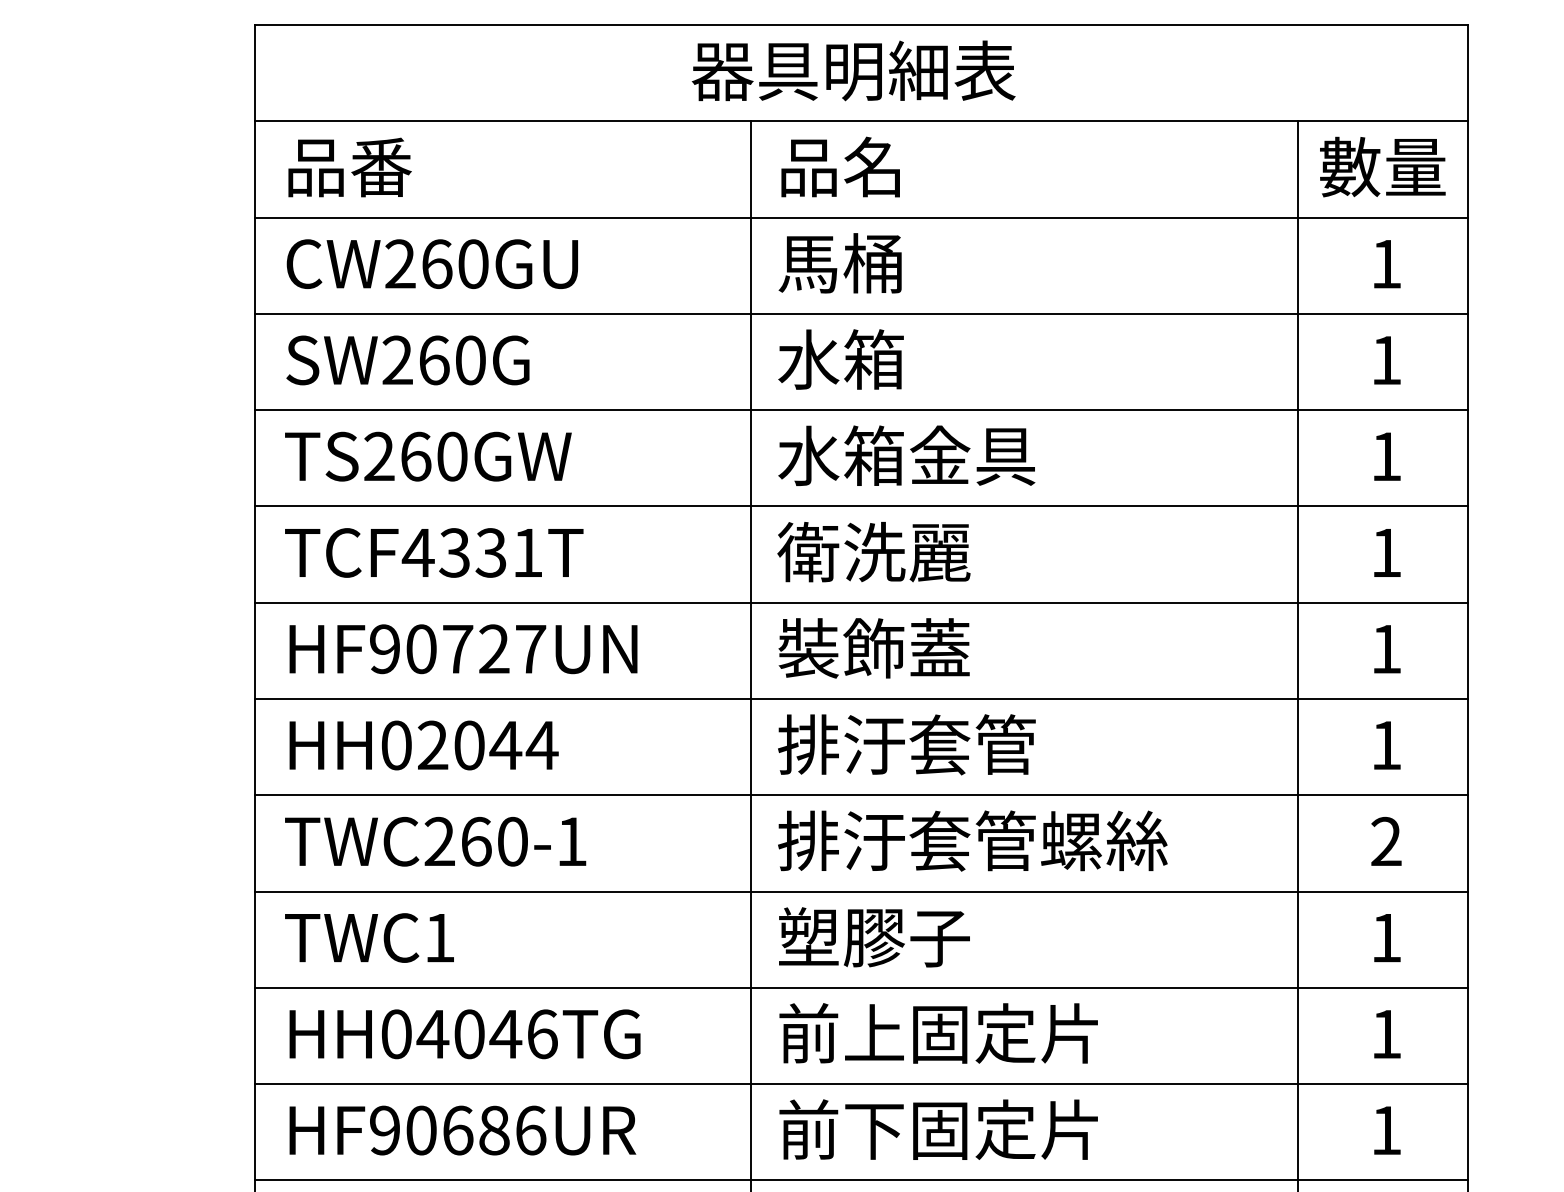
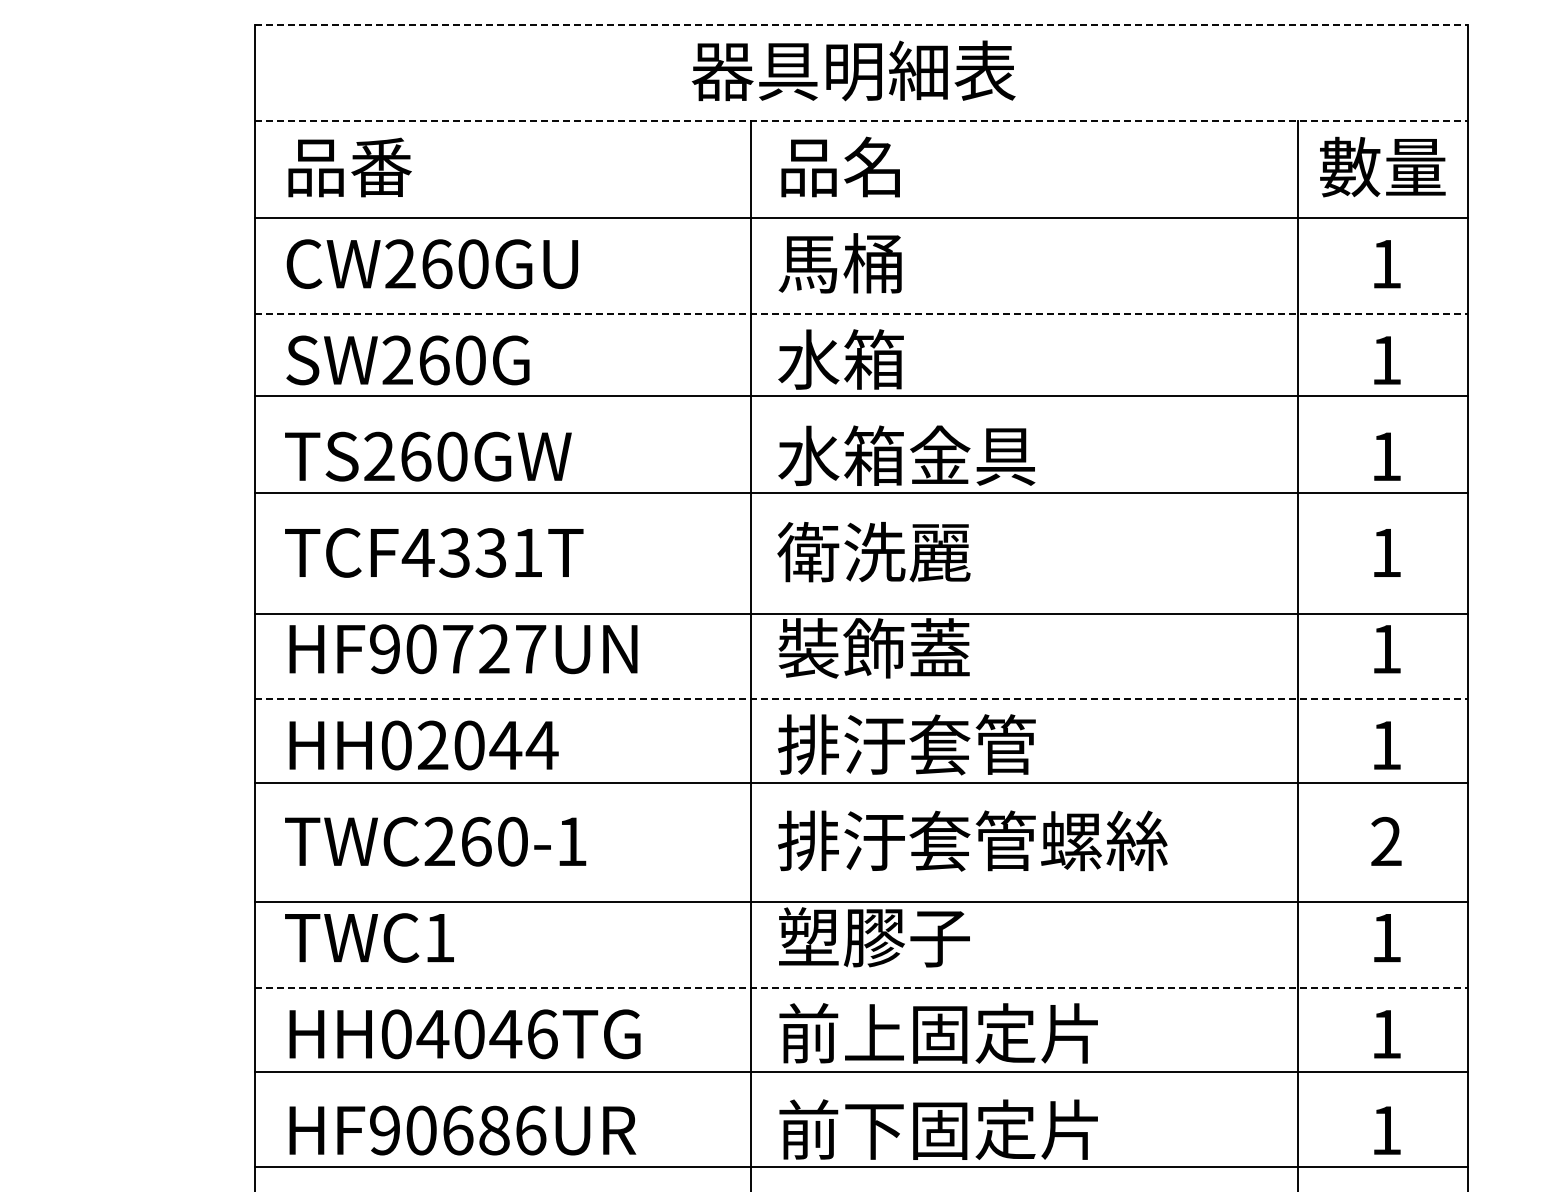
line at (861, 25): solid -> dashed
line at (861, 121): solid -> dashed
line at (861, 313): solid -> dashed
line at (860, 410) position: (860, 410) -> (860, 396)
line at (860, 506) position: (860, 506) -> (860, 493)
line at (860, 602) position: (860, 602) -> (860, 613)
line at (861, 699): solid -> dashed
line at (860, 795) position: (860, 795) -> (860, 783)
line at (860, 891) position: (860, 891) -> (860, 901)
line at (861, 987): solid -> dashed
line at (860, 1084) position: (860, 1084) -> (860, 1072)
line at (860, 1180) position: (860, 1180) -> (860, 1167)
